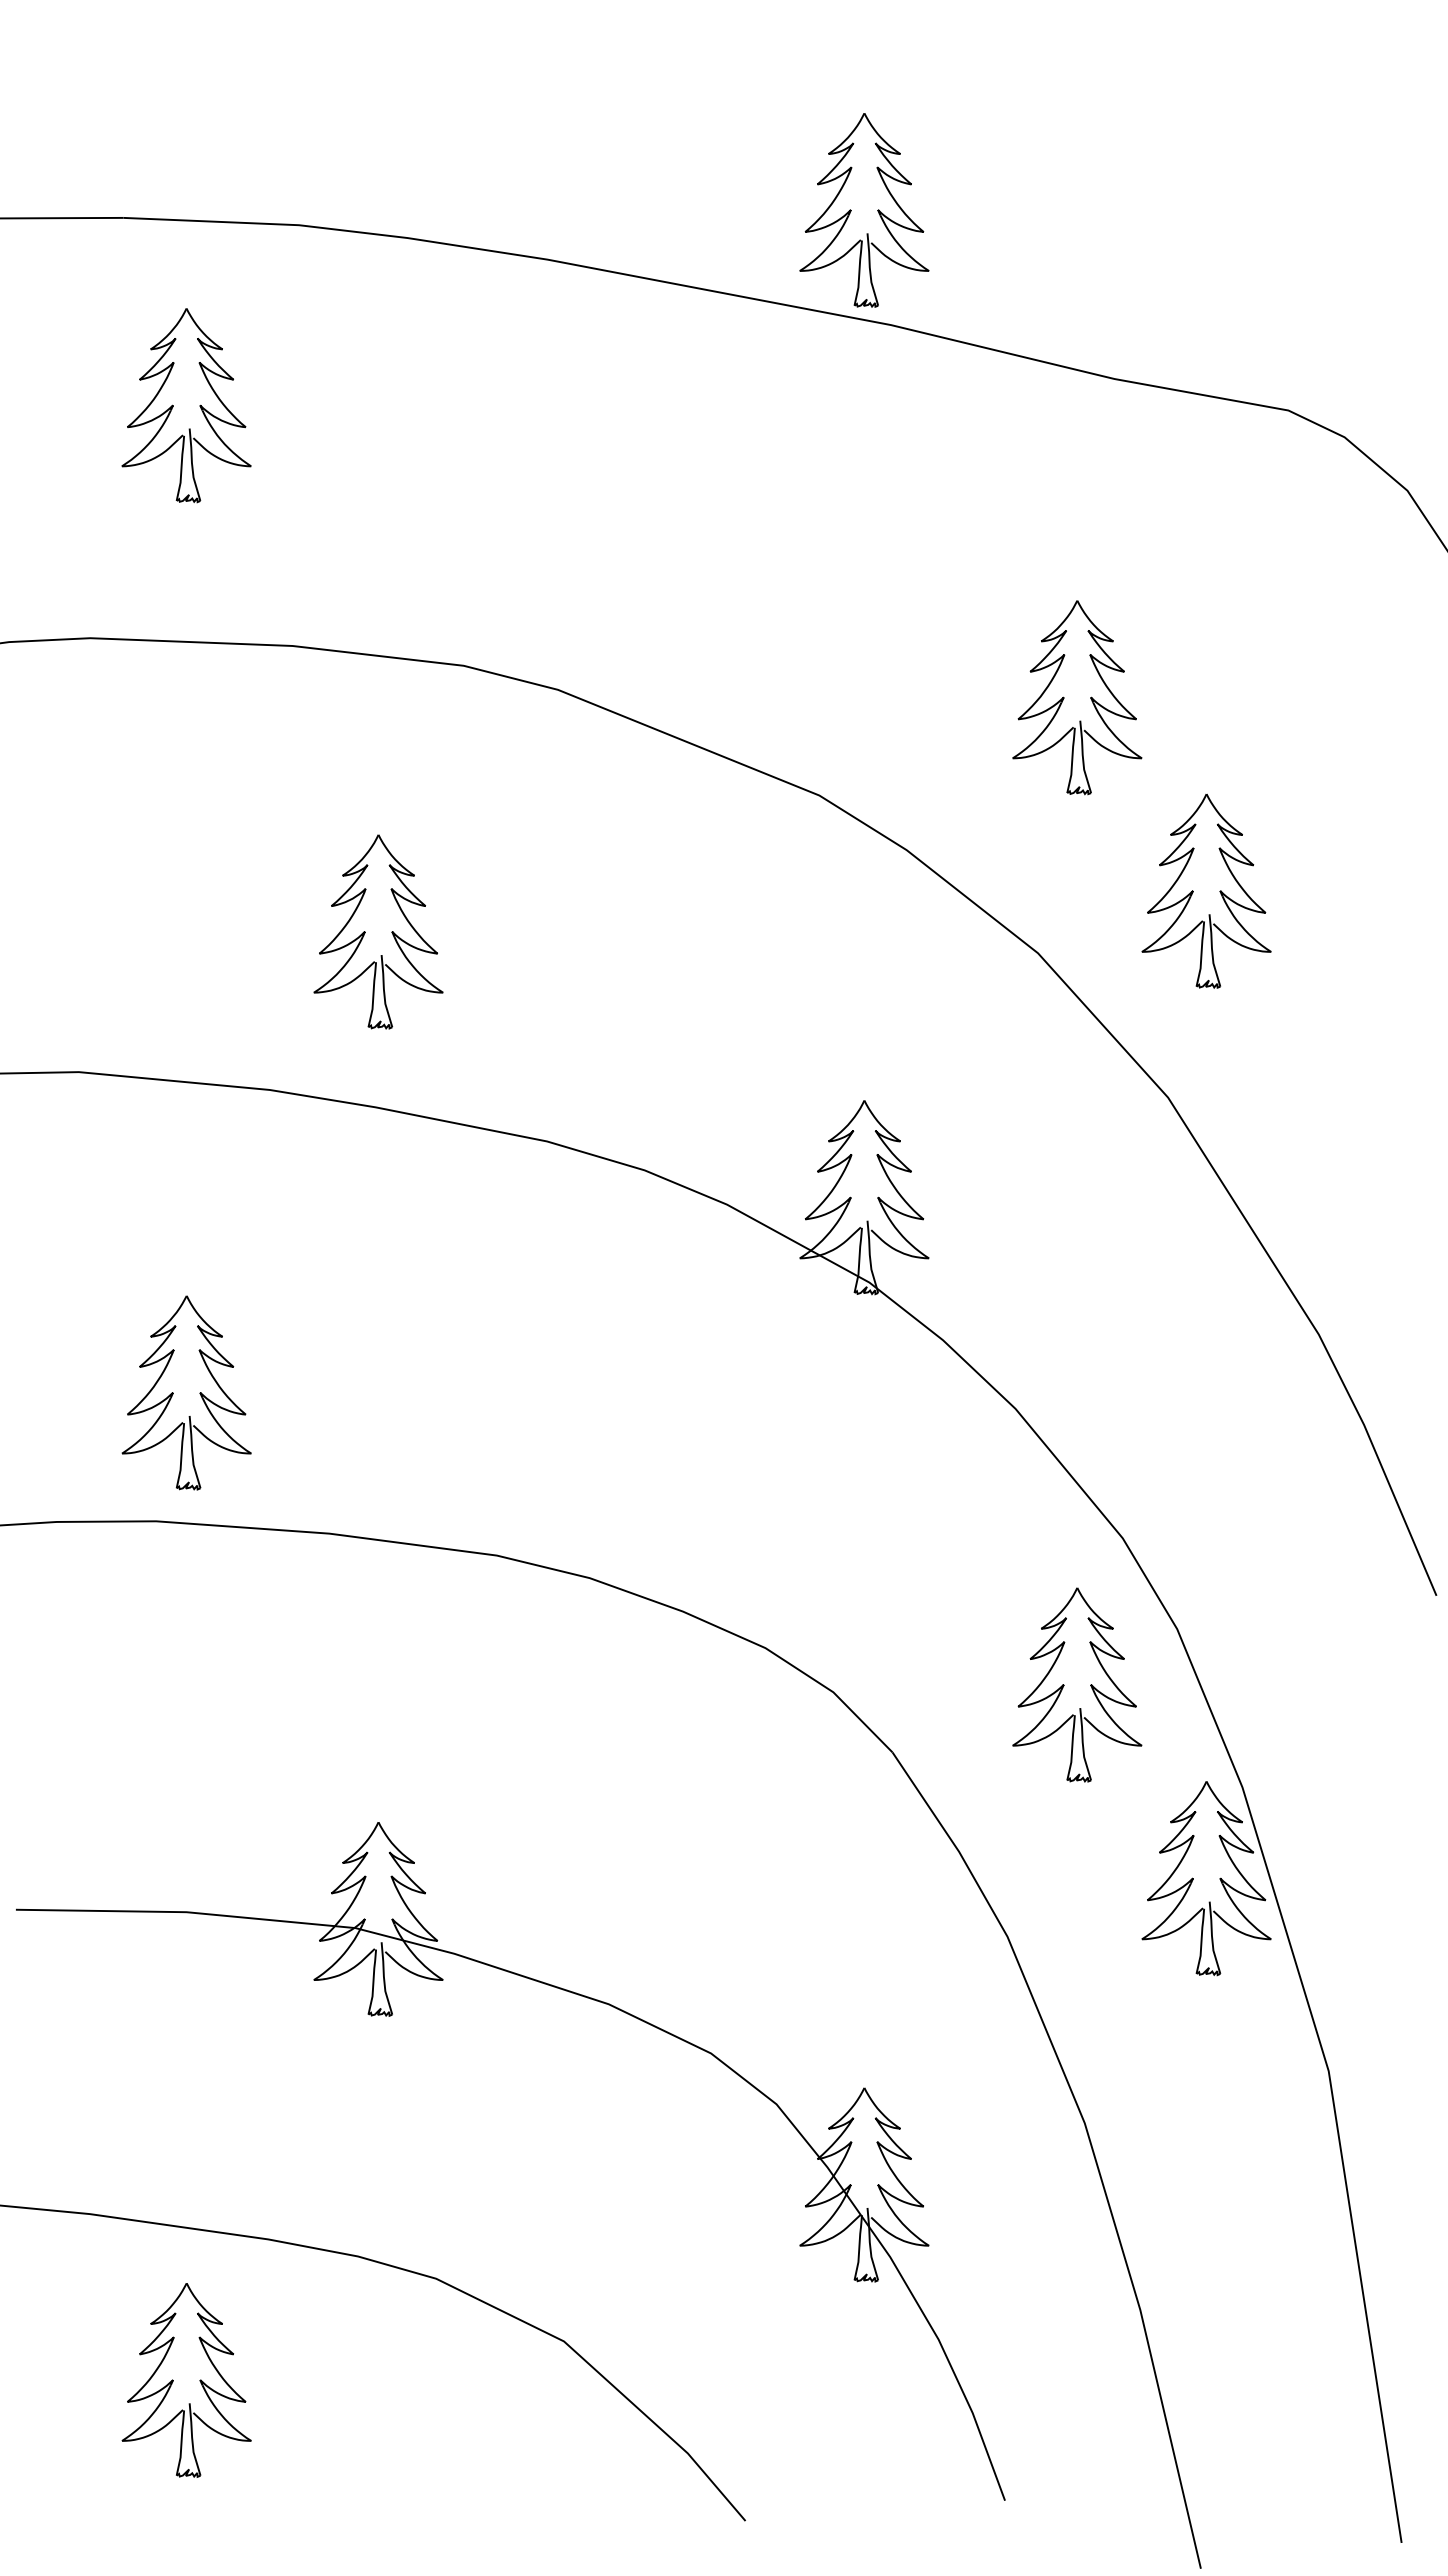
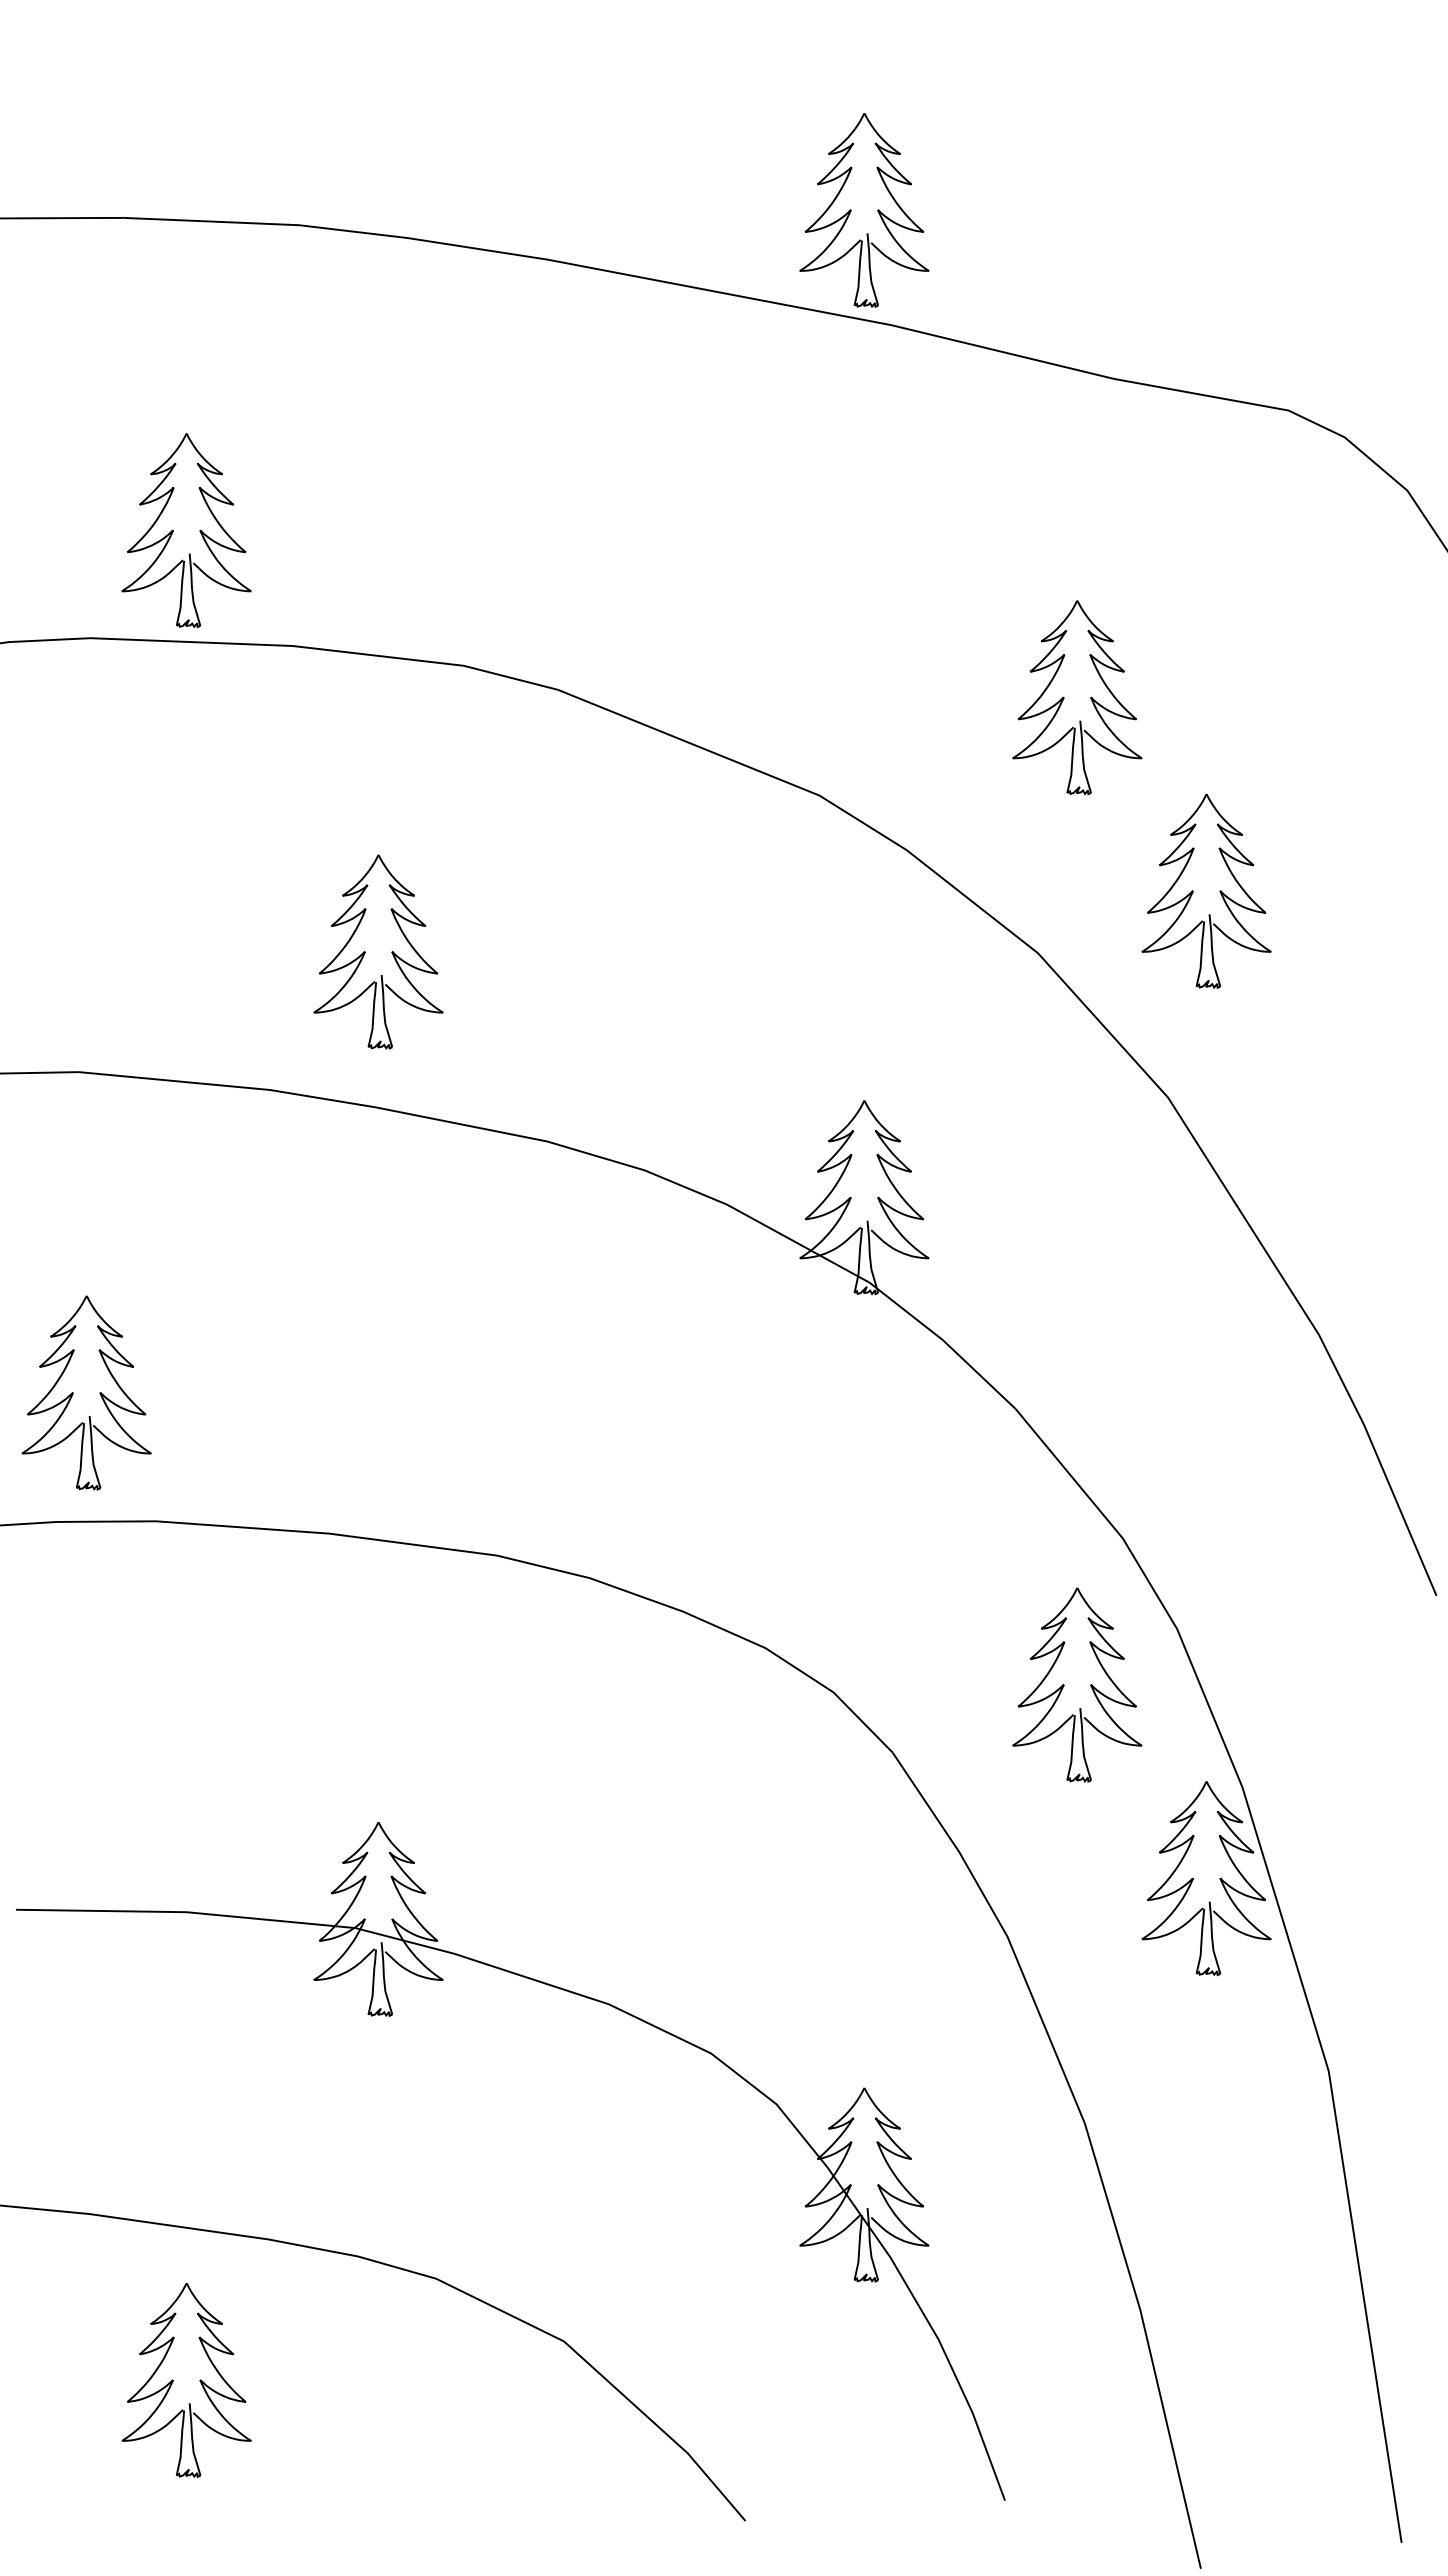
part at (173, 405) position: (173, 405) -> (173, 530)
part at (365, 931) position: (365, 931) -> (365, 951)
part at (173, 1392) position: (173, 1392) -> (73, 1392)
